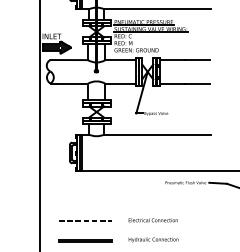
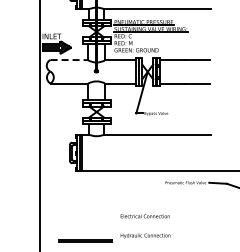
line at (69, 60): solid -> dashed
line at (85, 220): present -> none
text at (153, 230) position: (153, 230) -> (145, 226)
